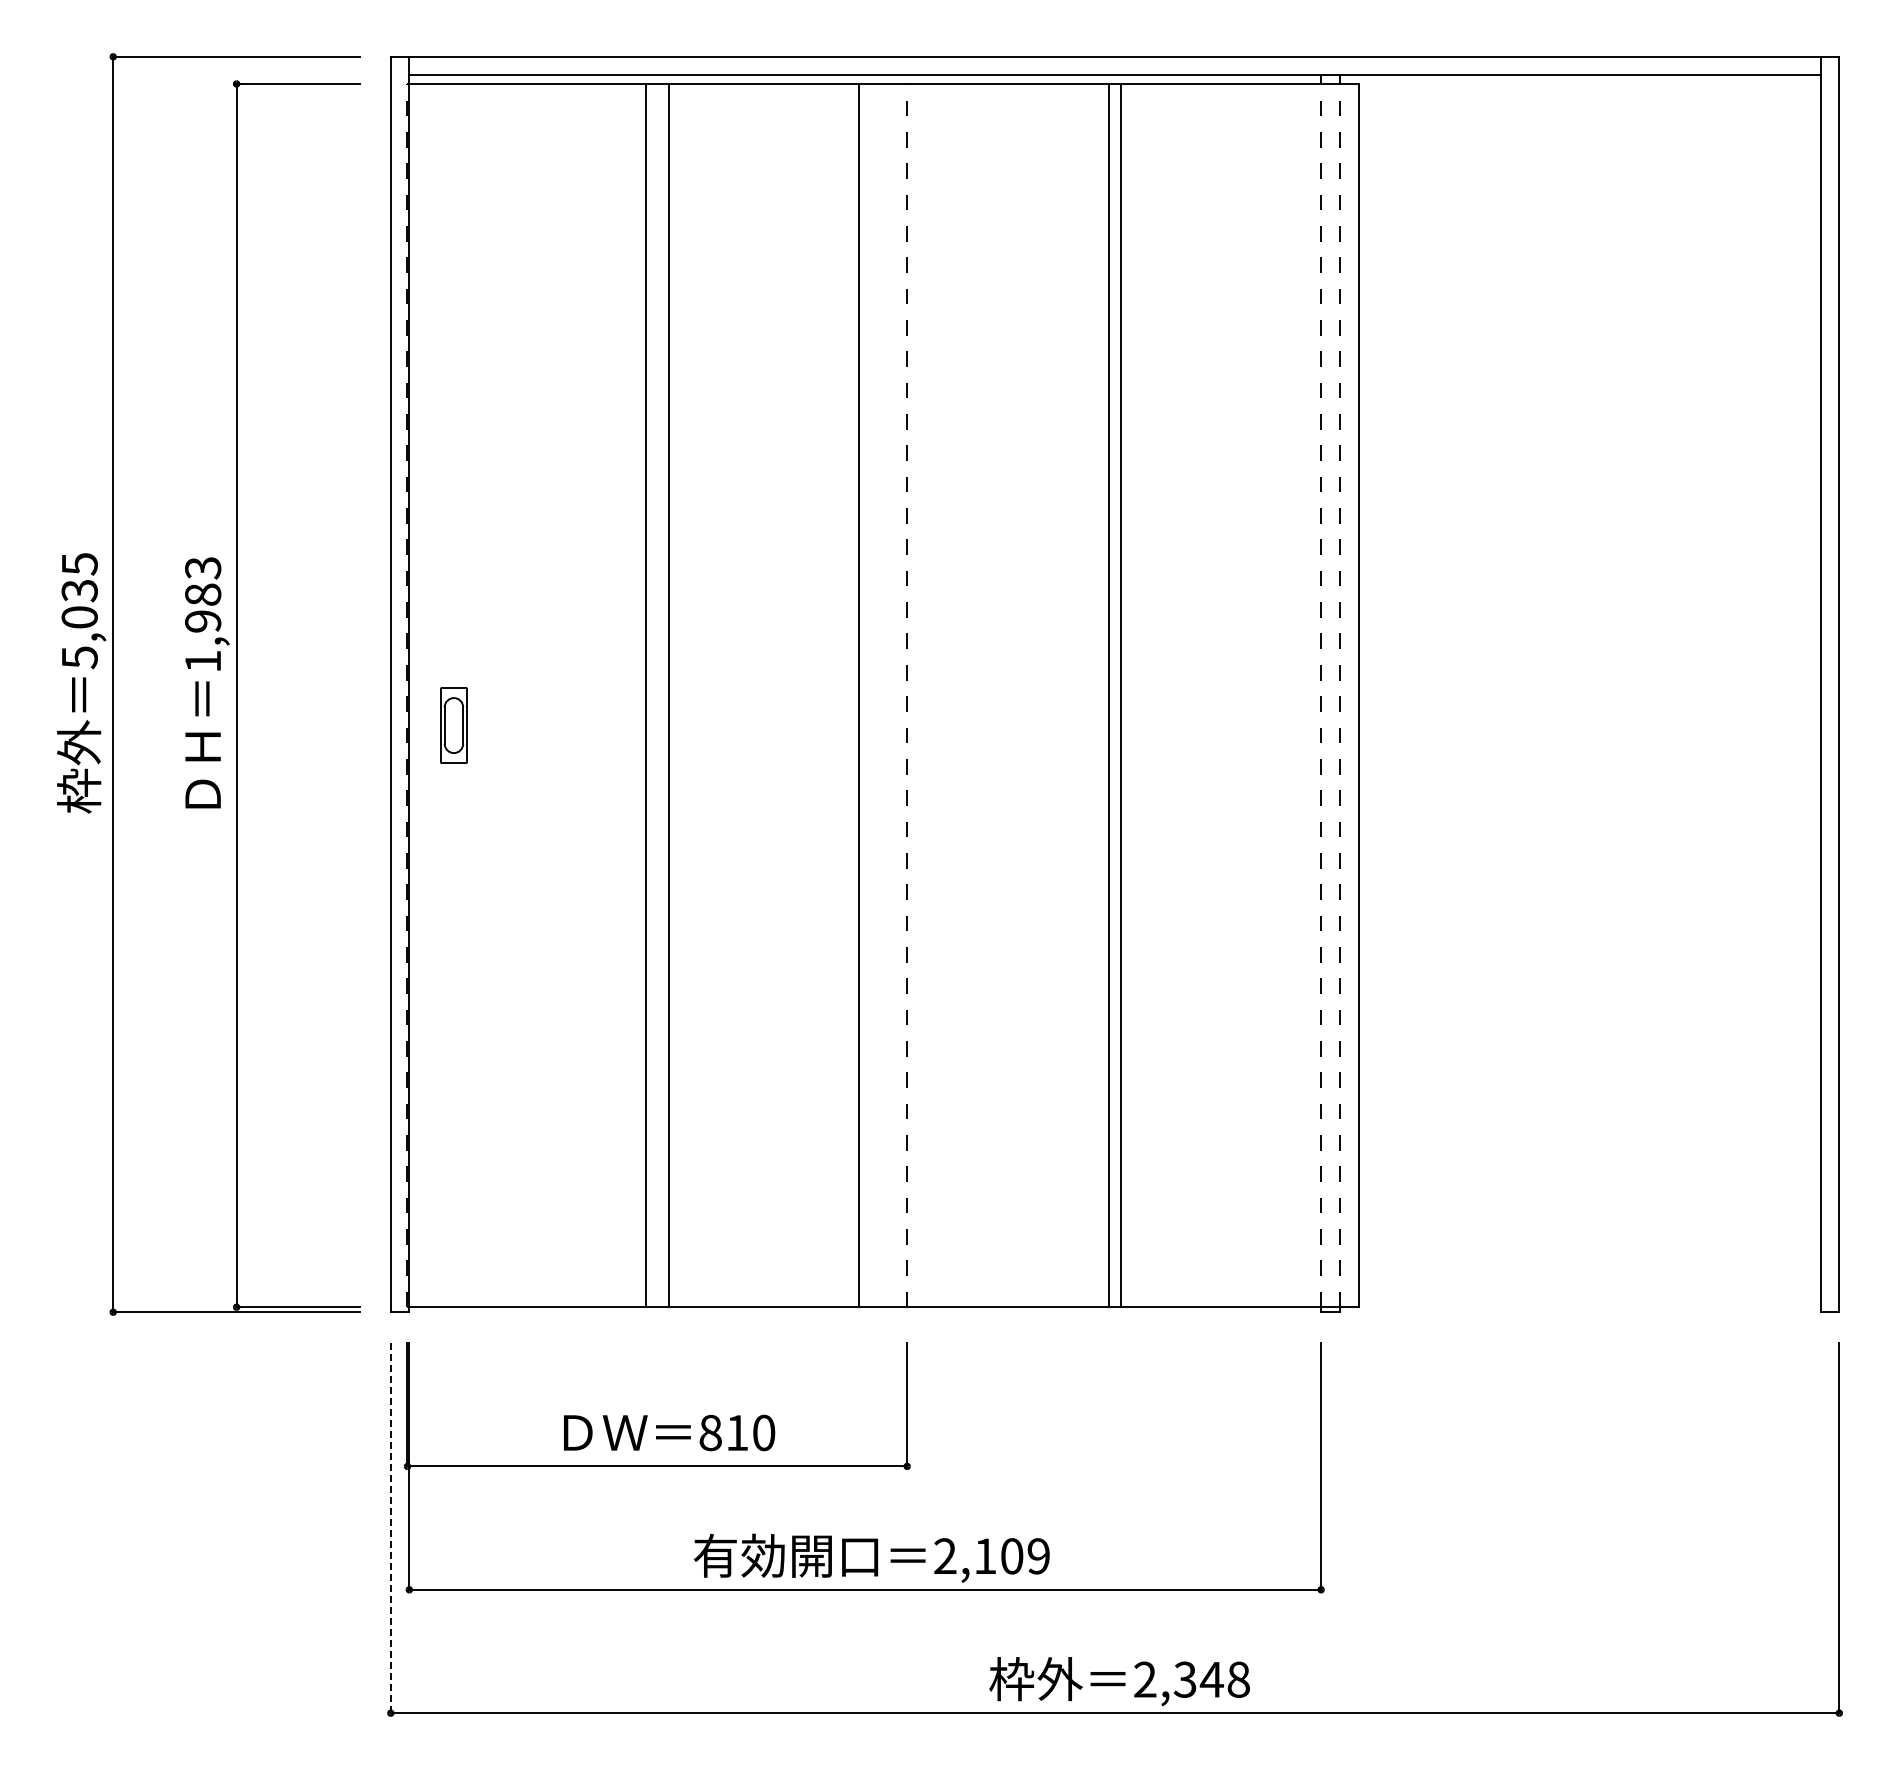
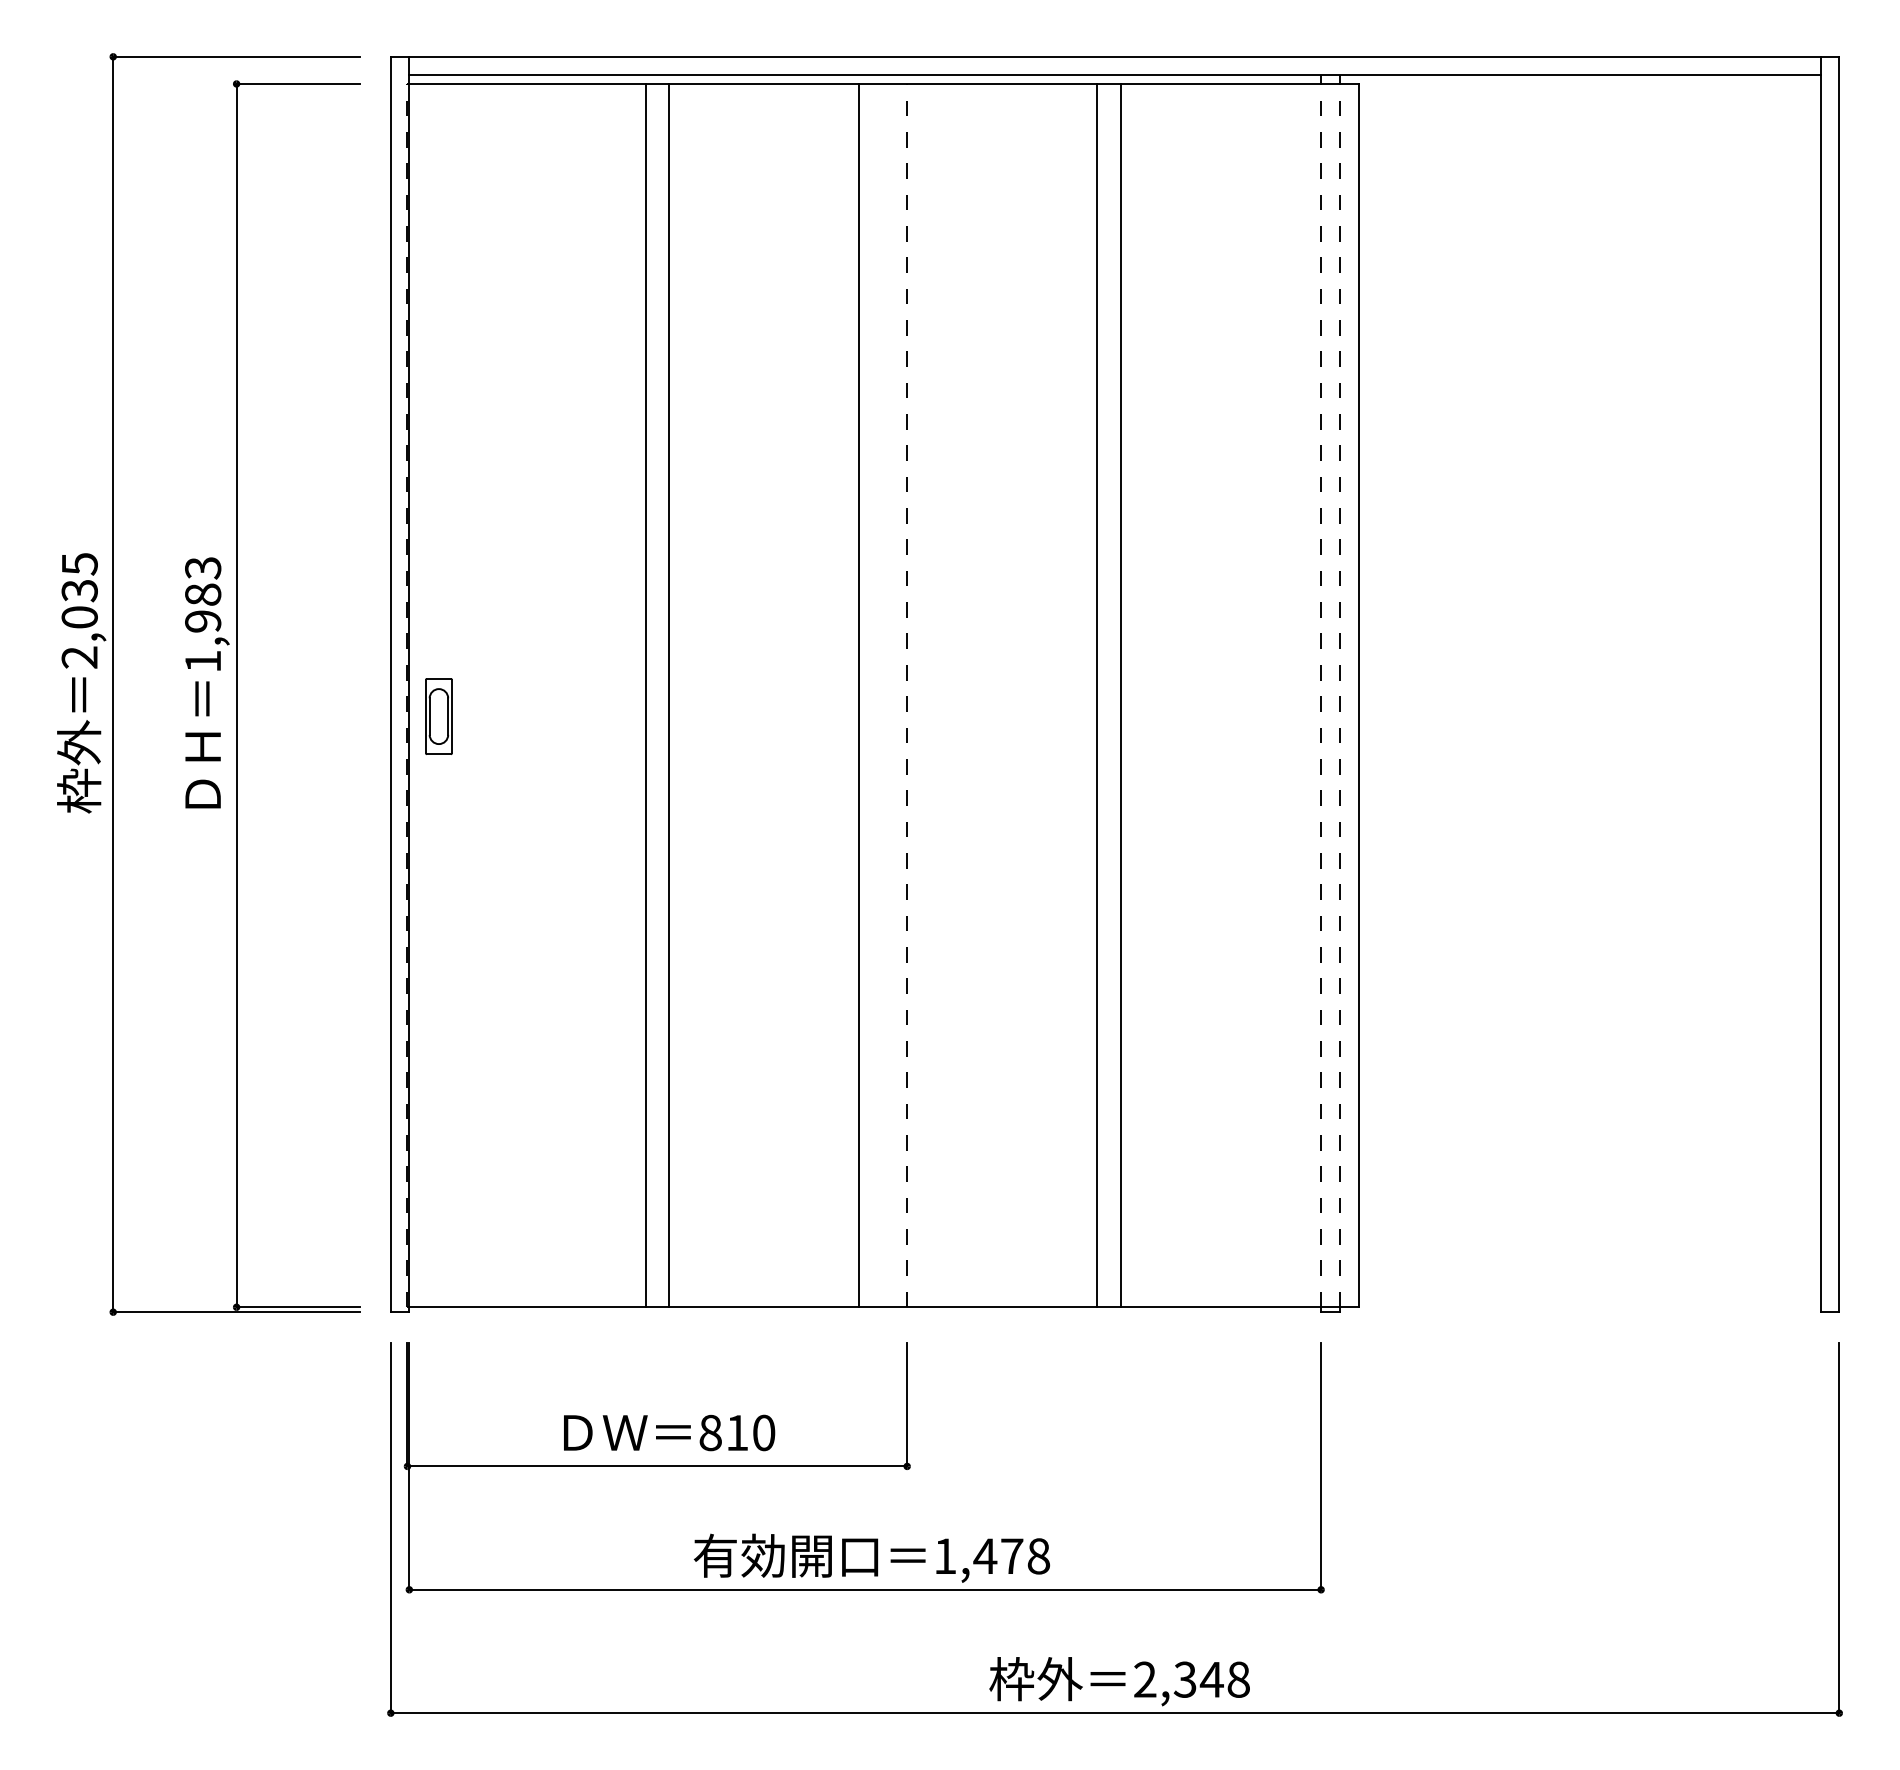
text at (79, 657): 5,035 -> 2,035
line at (1109, 695) position: (1109, 695) -> (1097, 695)
part at (453, 725) position: (453, 725) -> (438, 716)
line at (390, 1527): dashed -> solid
text at (992, 1556): 2,109 -> 1,478
